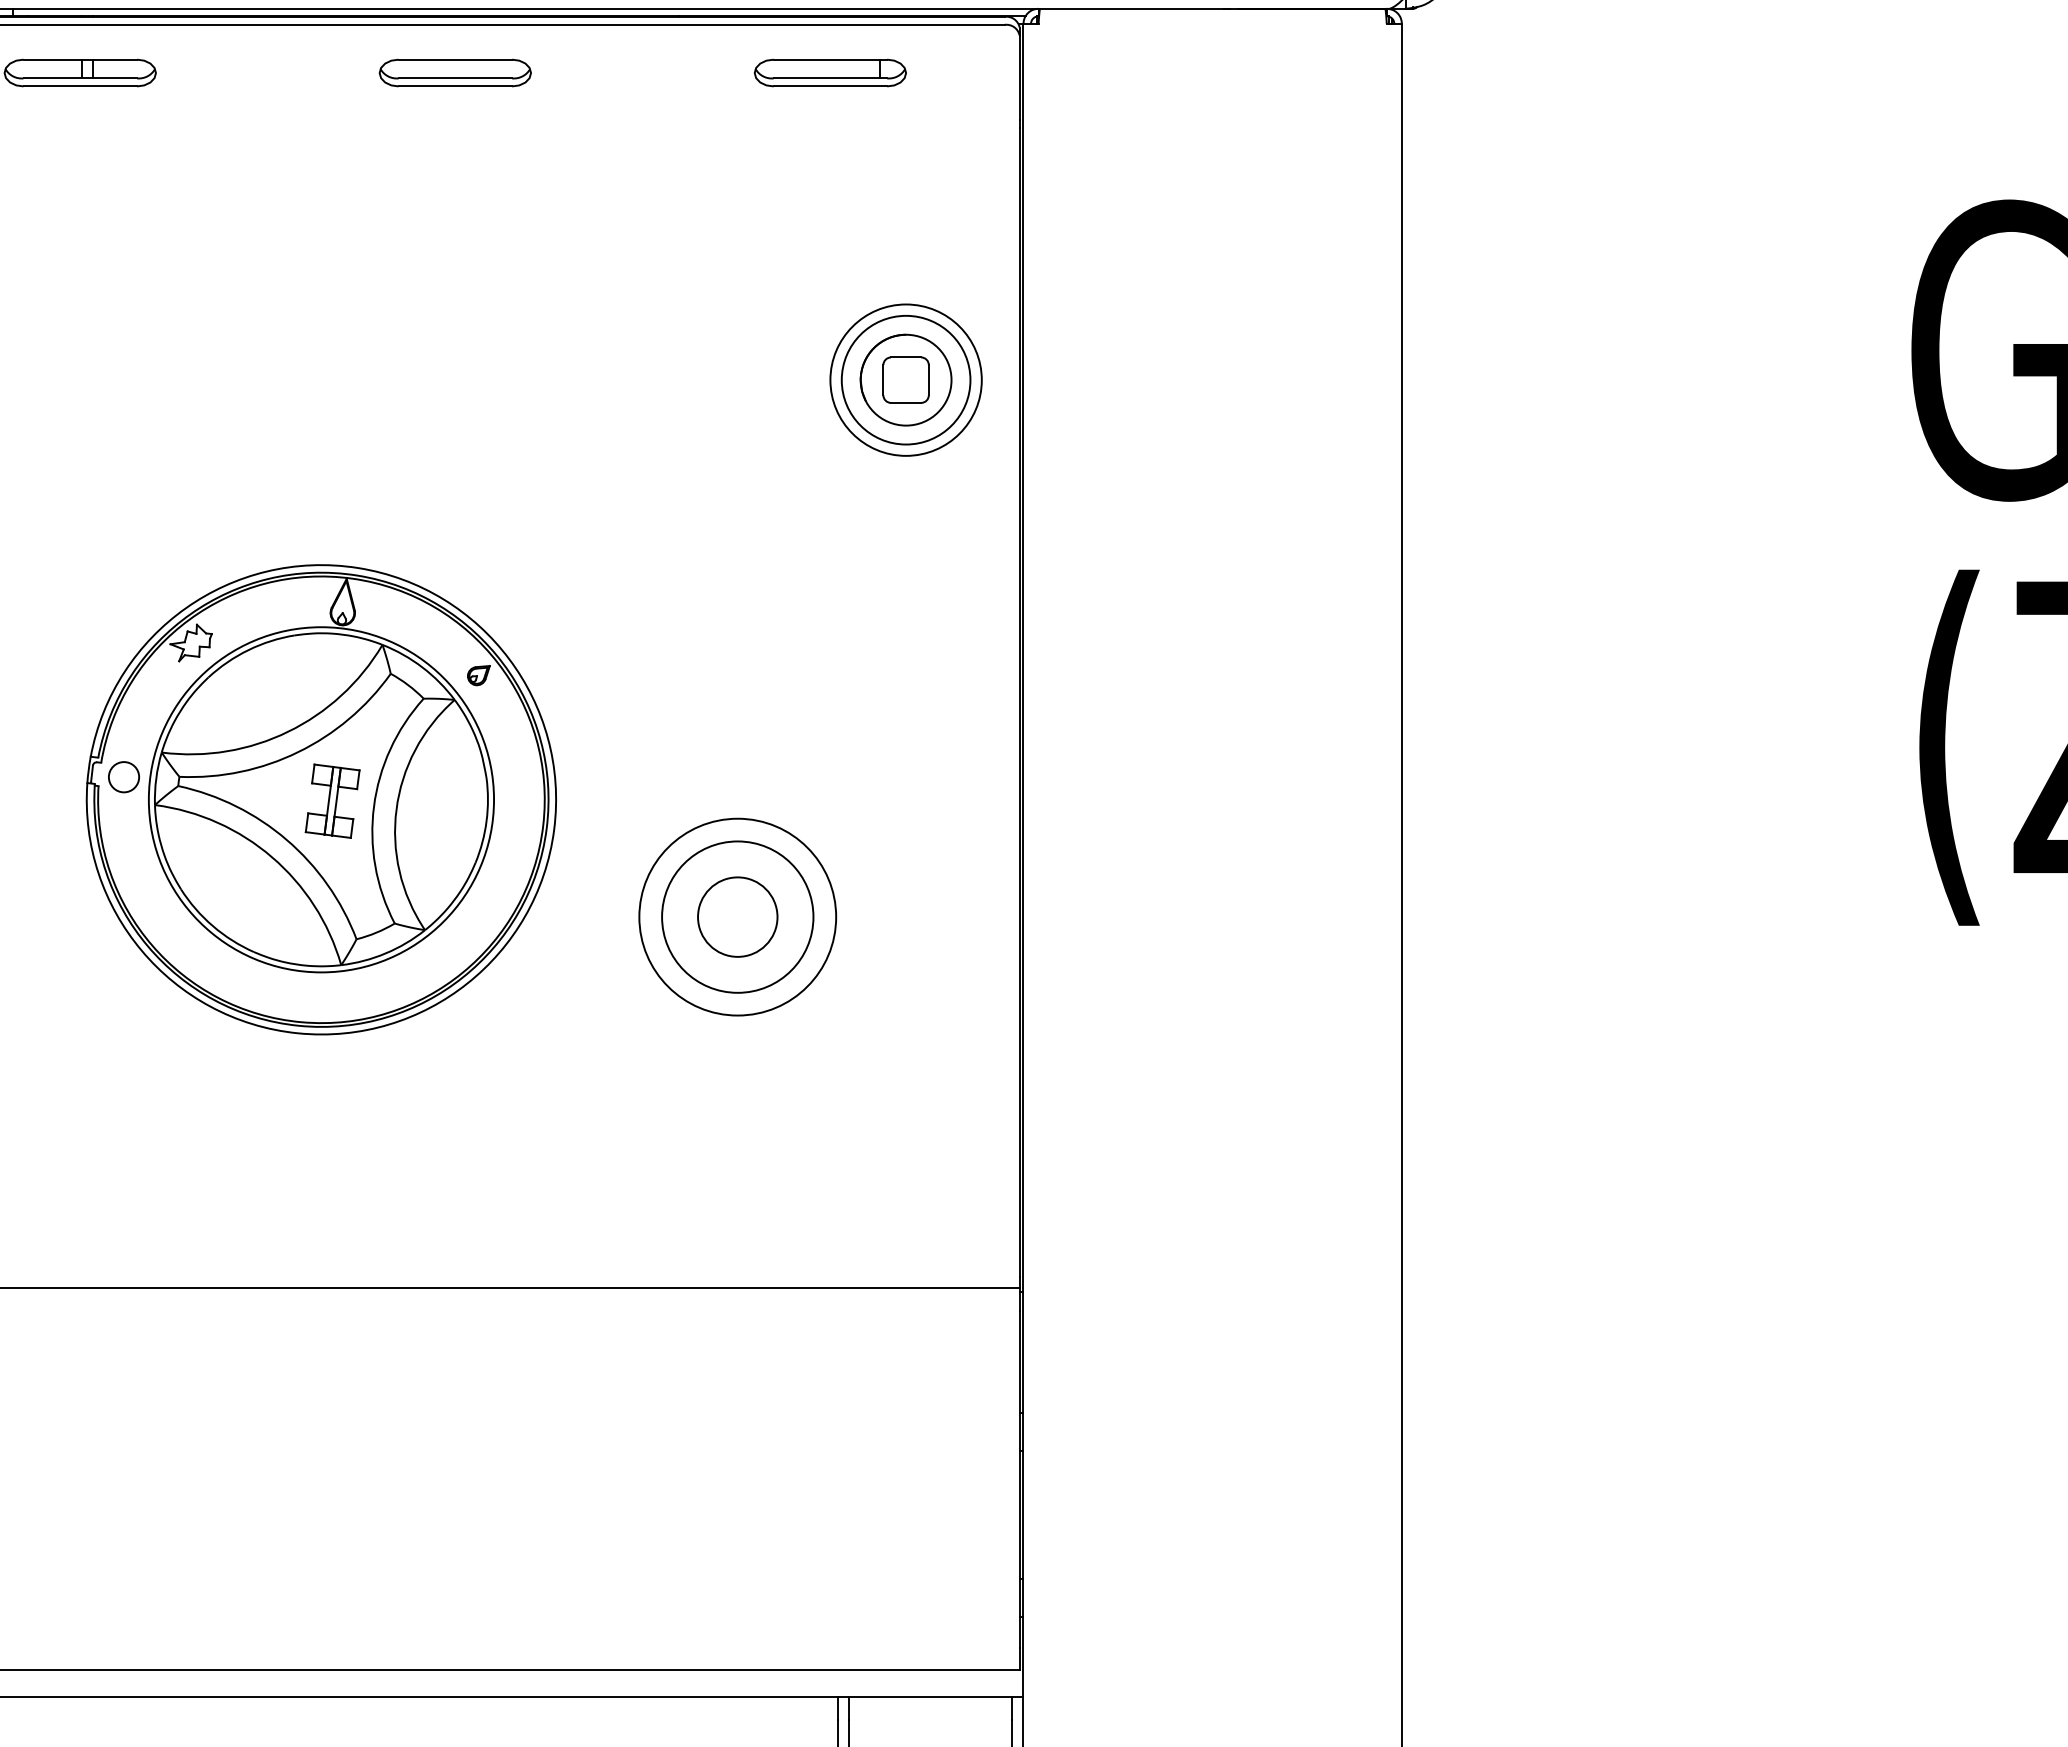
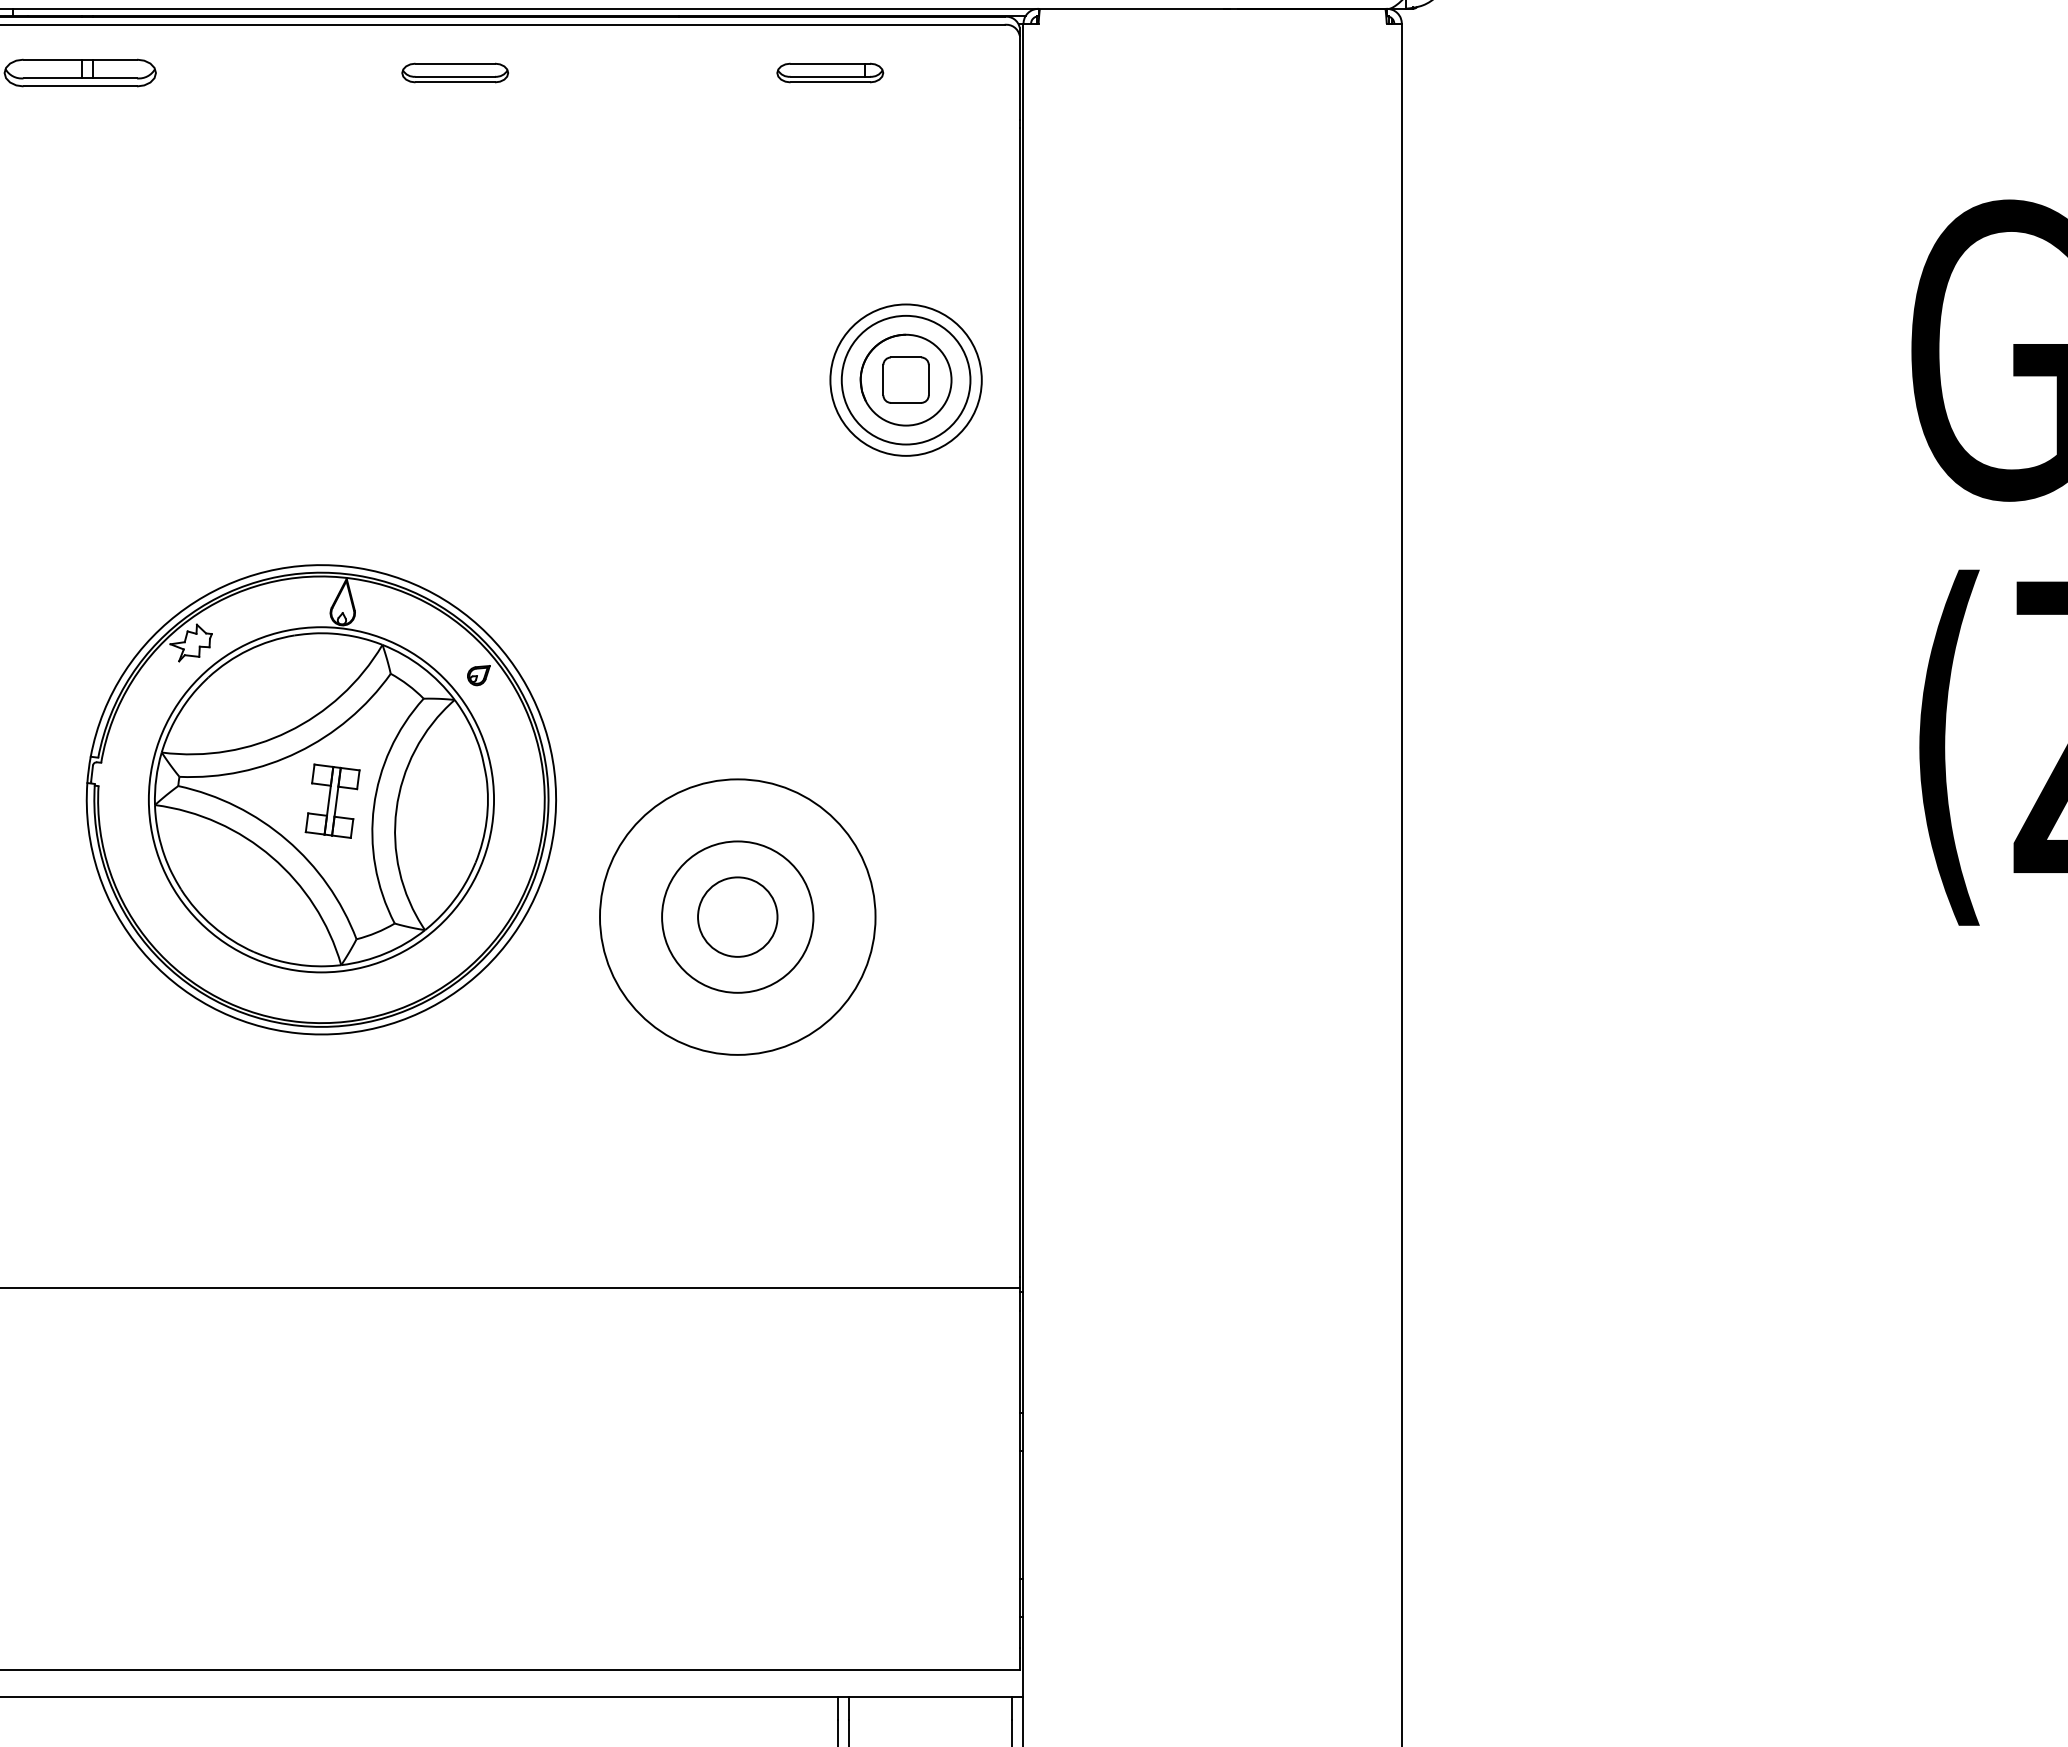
part at (454, 72) size: 154x30 px -> 108x22 px
part at (829, 72) size: 154x30 px -> 109x22 px
circle at (123, 777): present -> none
circle at (737, 916) diameter: 197 px -> 276 px
